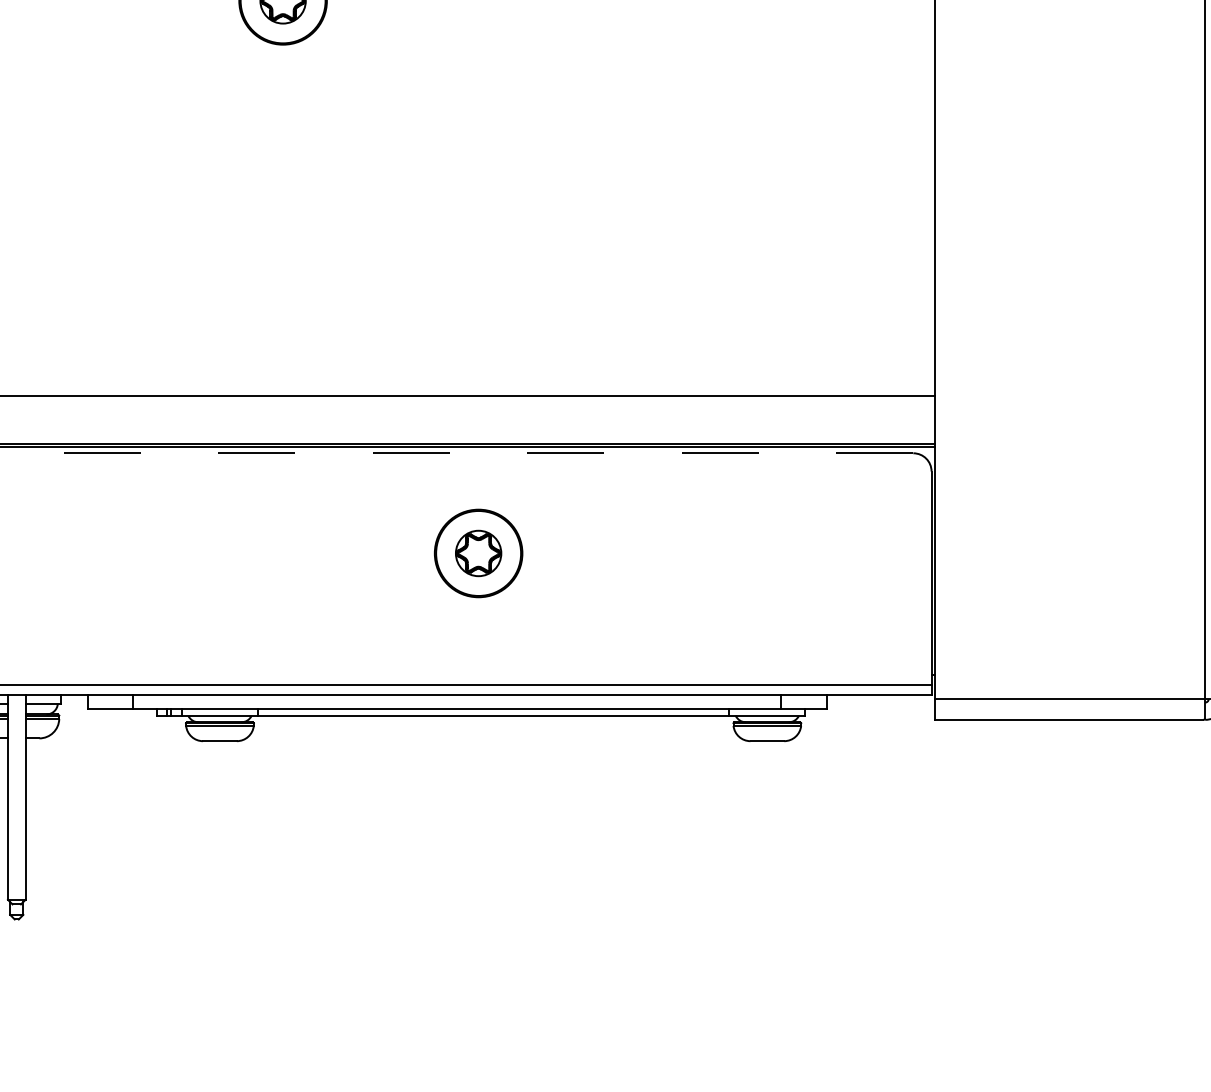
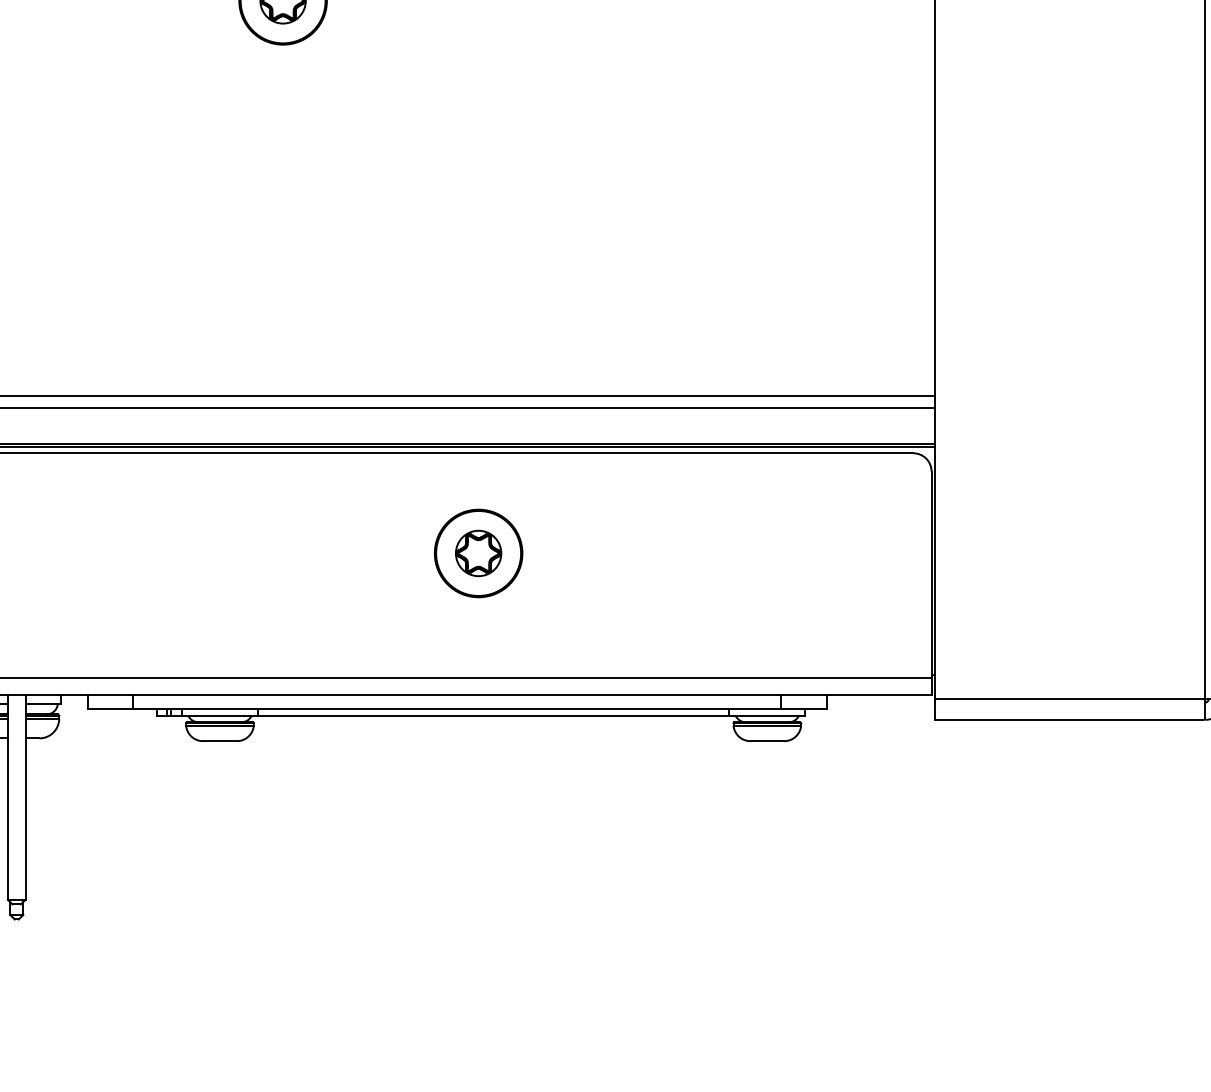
line at (468, 408): none -> present
line at (456, 453): dashed -> solid
line at (466, 684) position: (466, 684) -> (466, 677)
